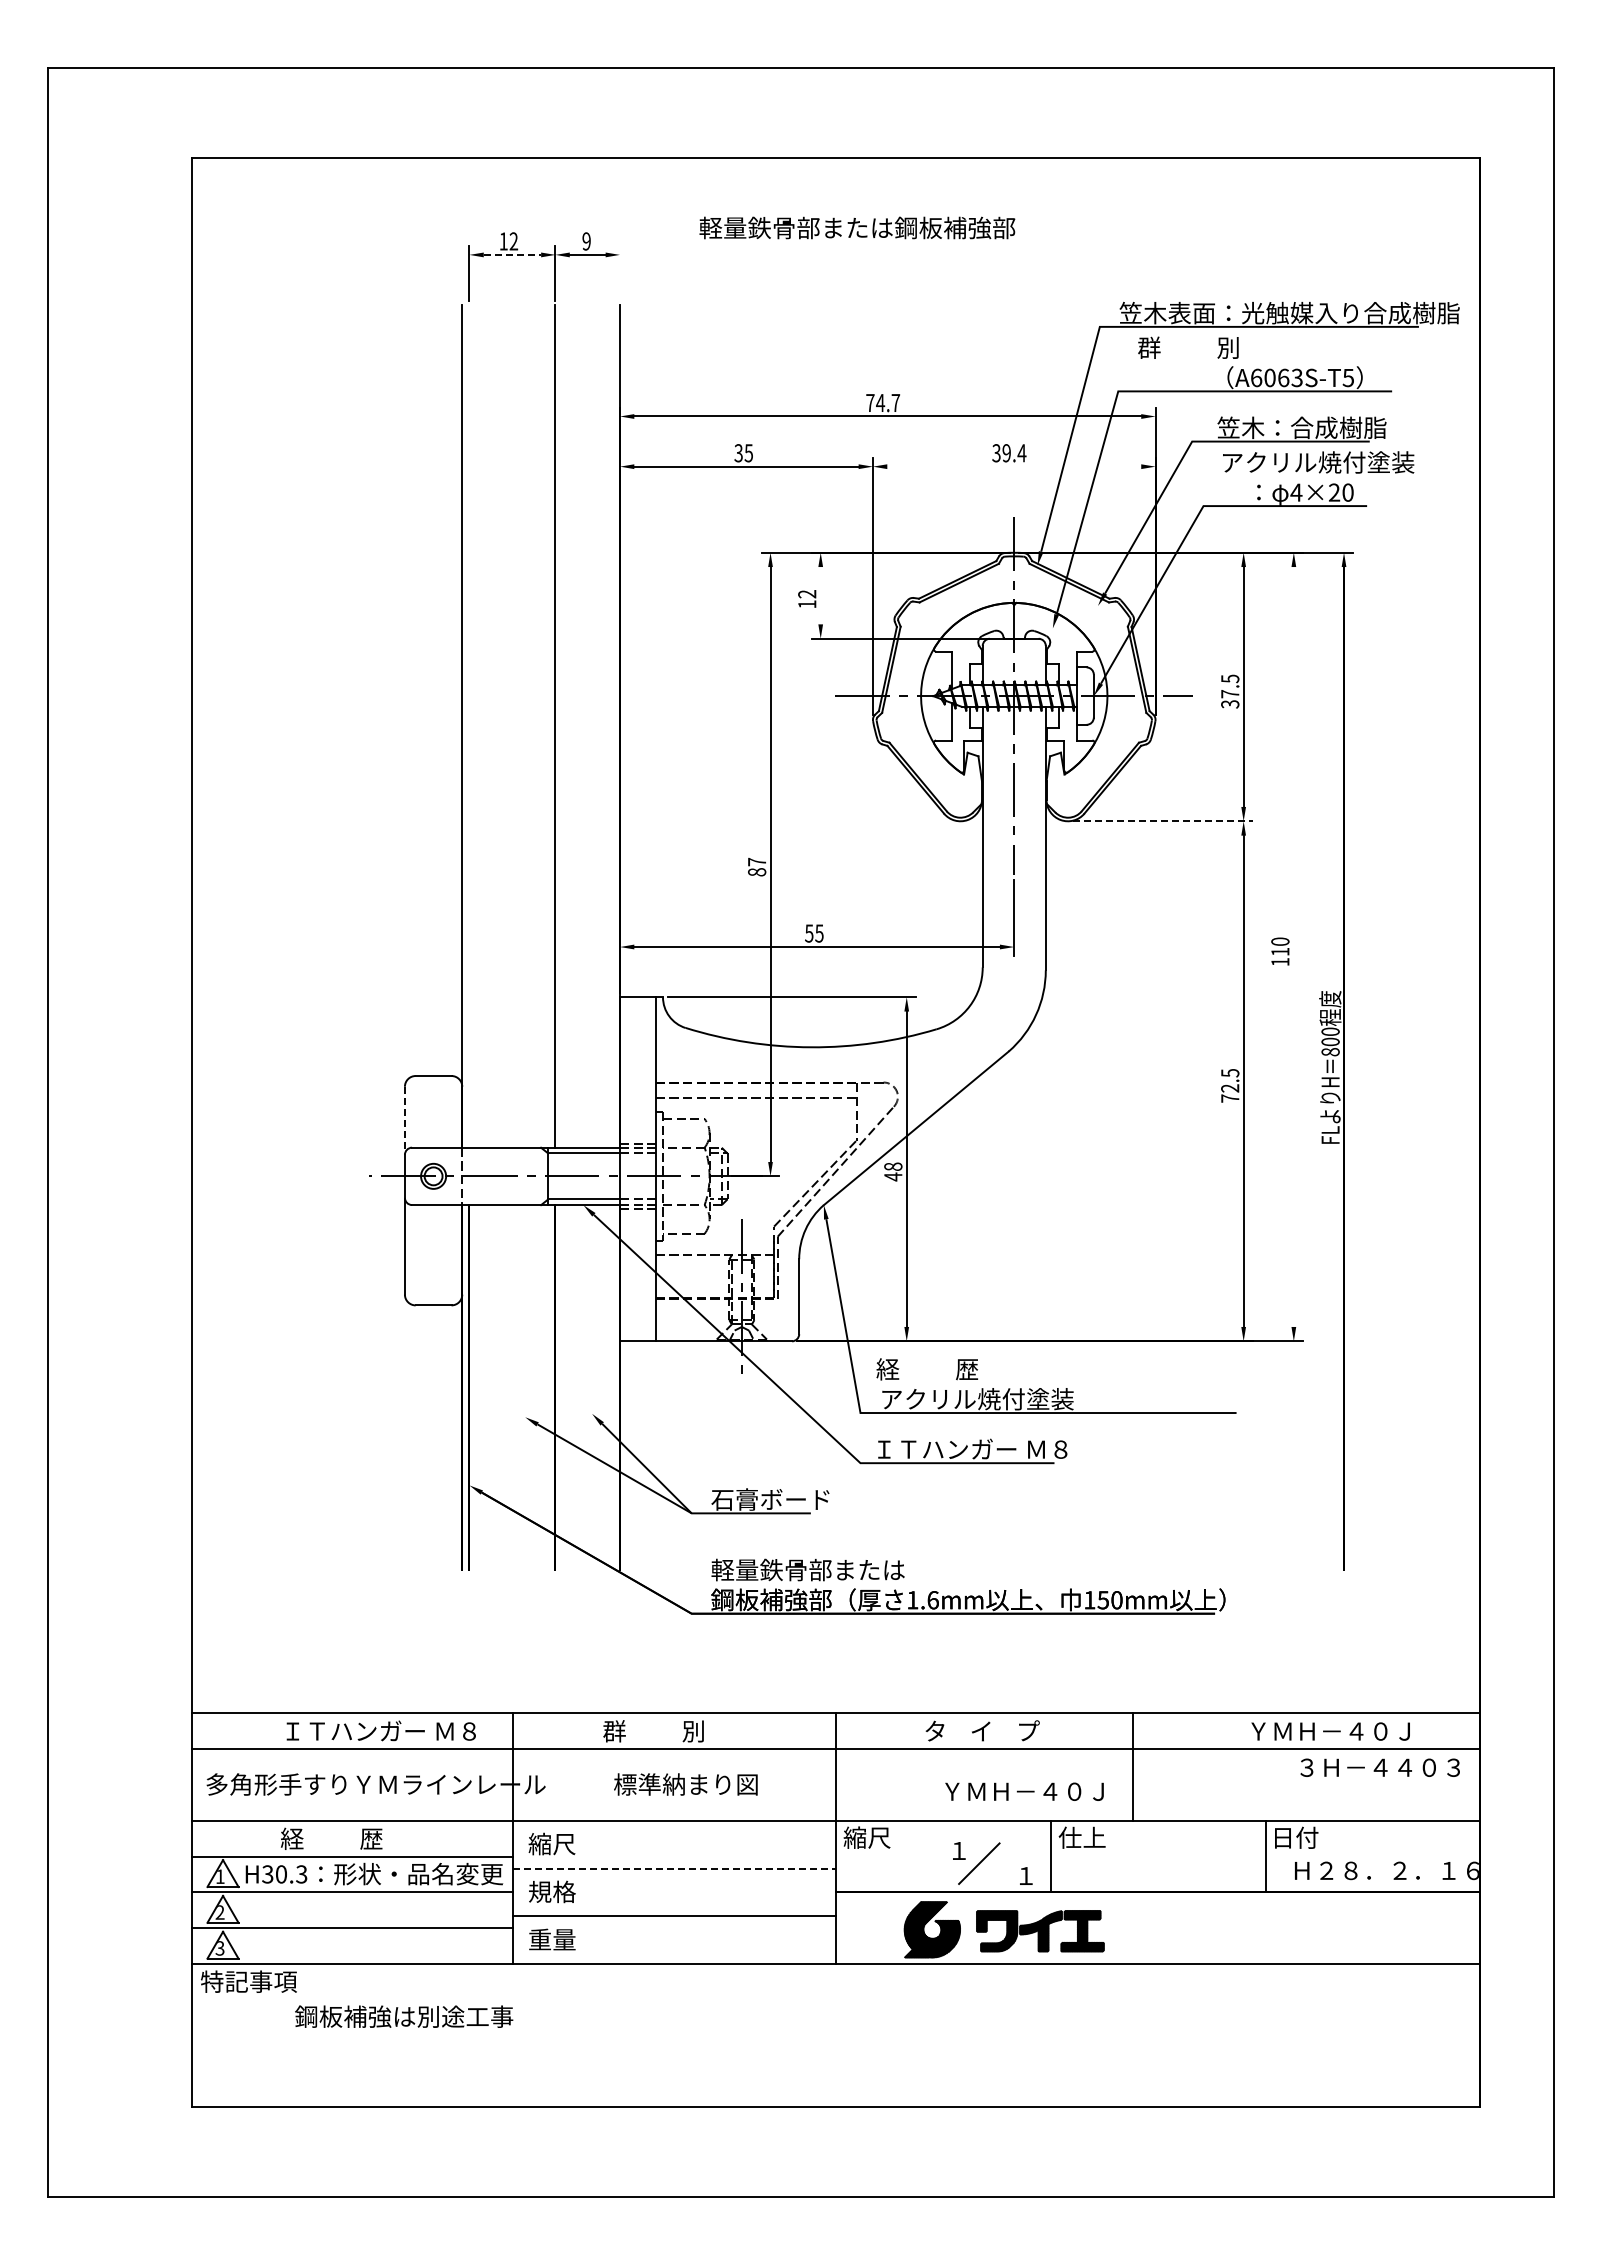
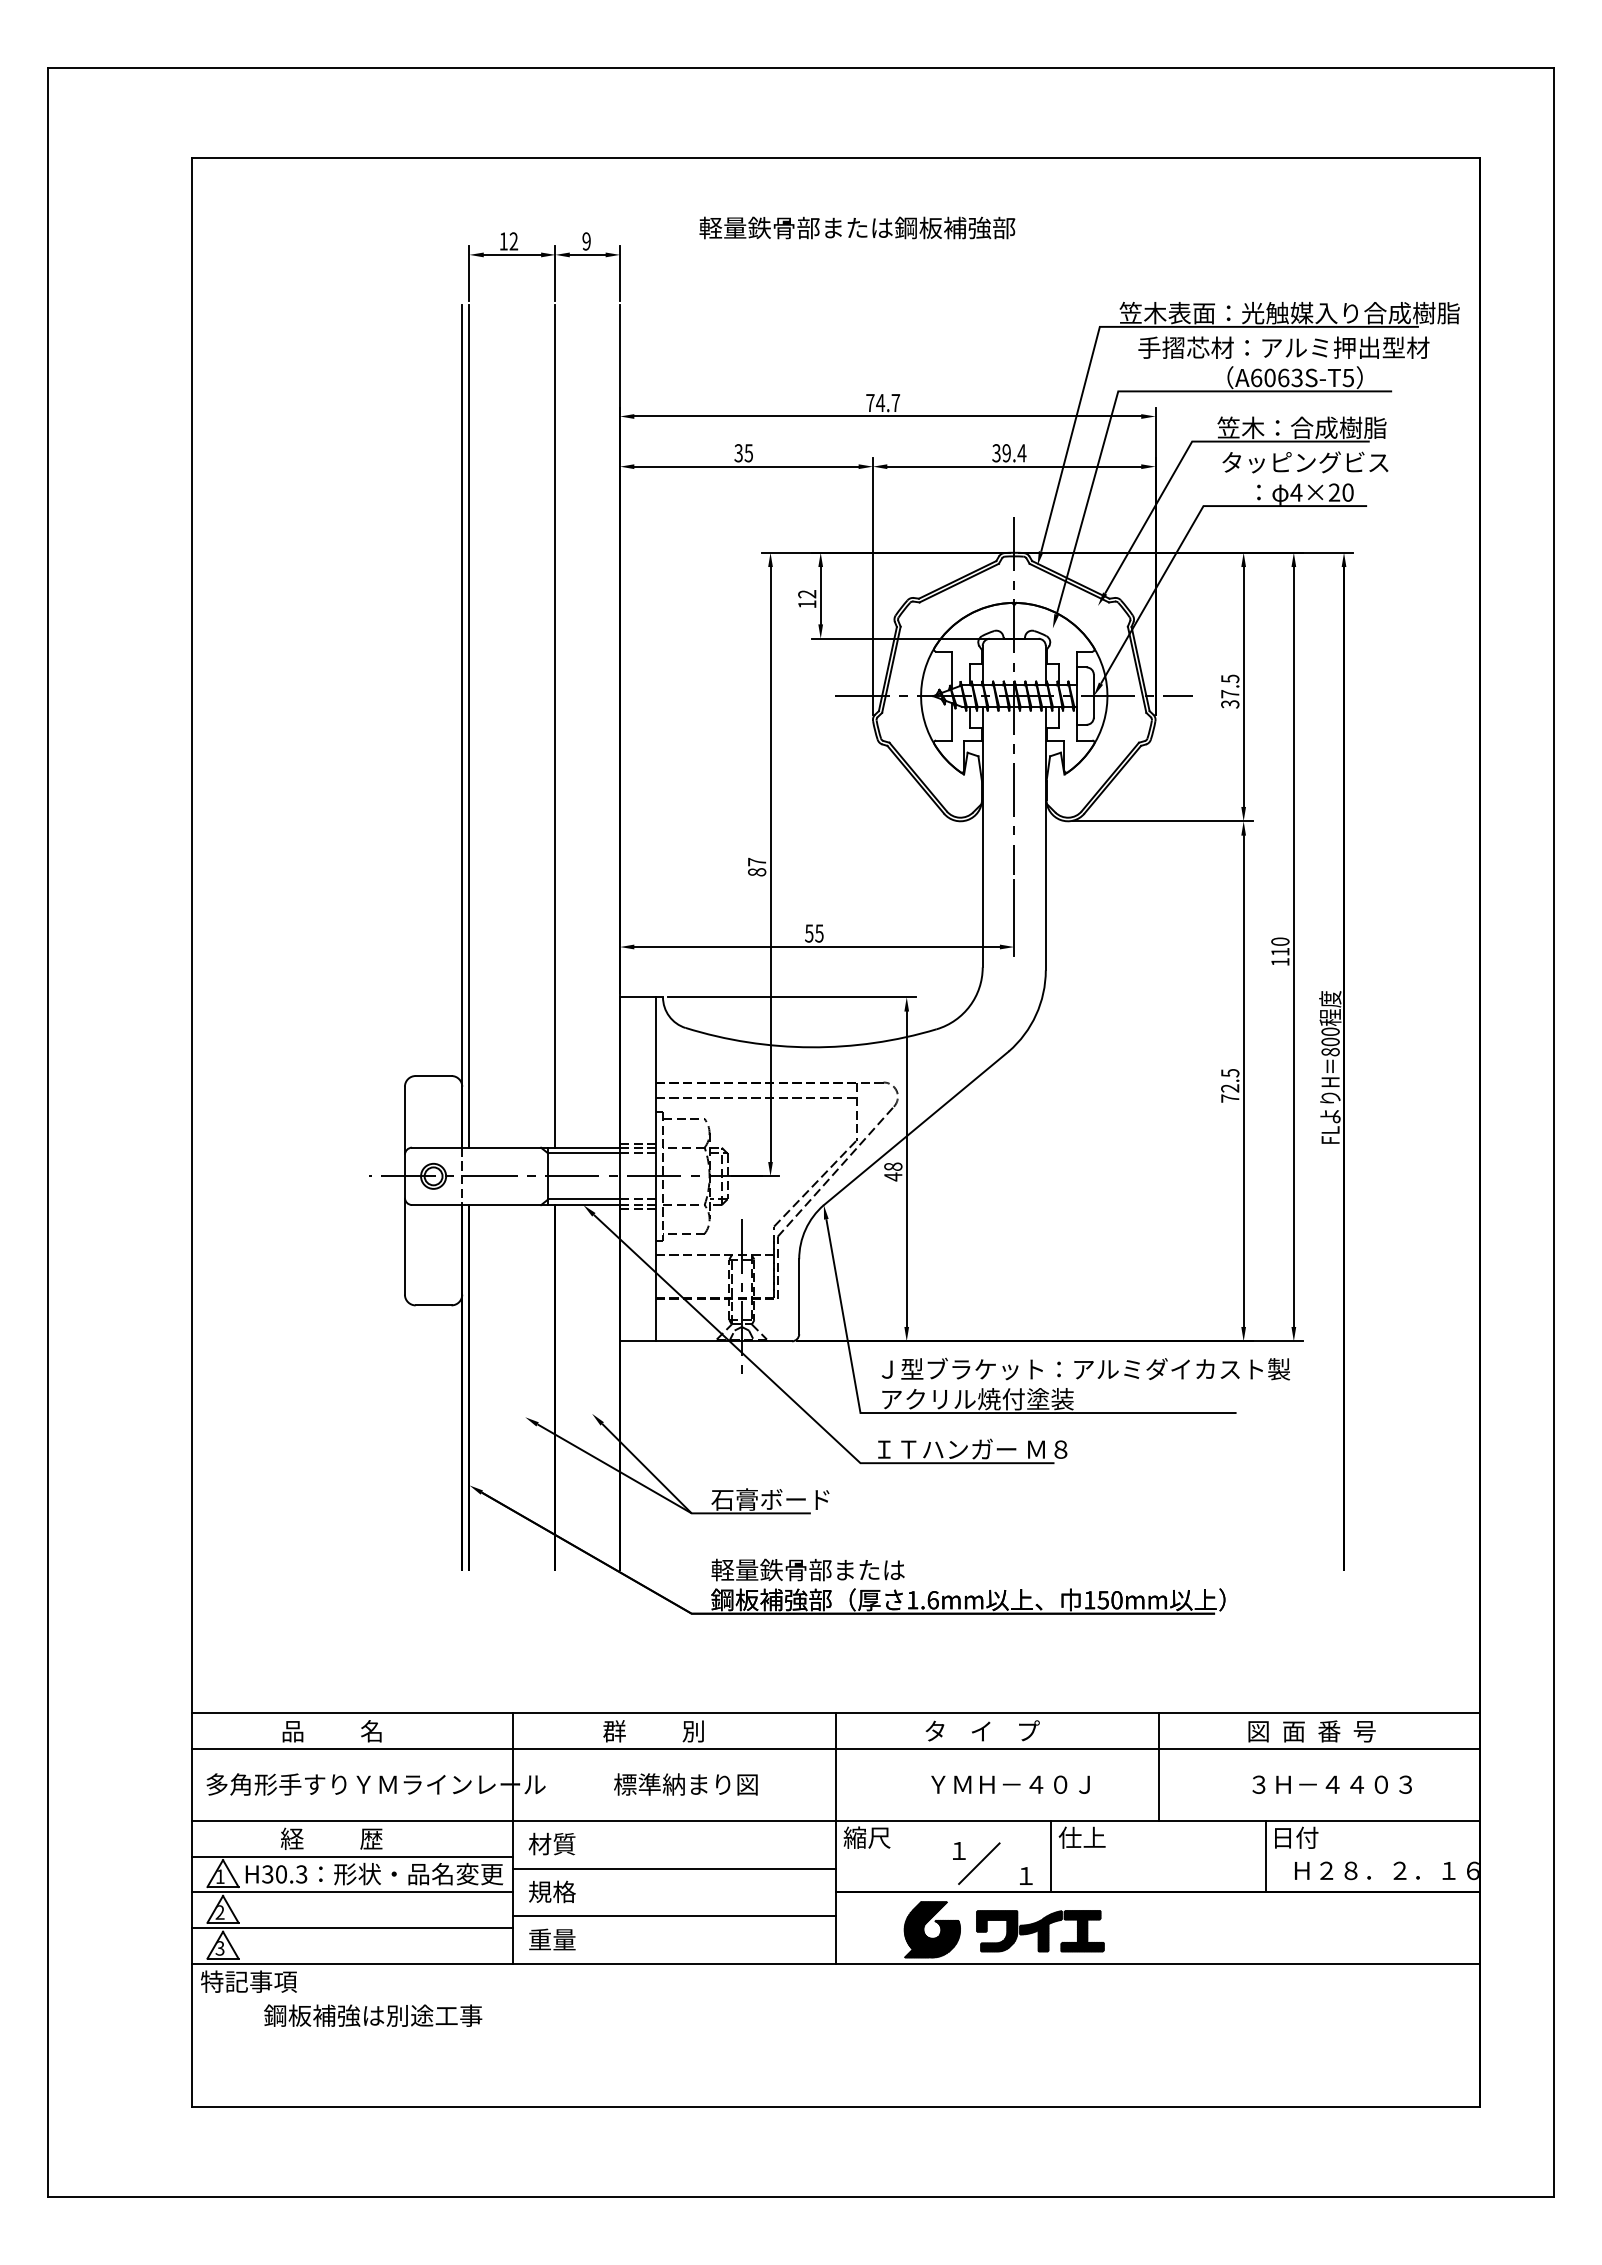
line at (512, 254): dashed -> solid
line at (619, 272): none -> present
text at (1283, 347): 群          別 -> 手摺芯材：アルミ押出型材
text at (1318, 462): アクリル焼付塗装 -> タッピングビス
line at (1014, 466): none -> present
line at (820, 595): none -> present
line at (469, 726): none -> present
line at (1163, 821): dashed -> solid
line at (1293, 946): none -> present
line at (404, 1120): dashed -> solid
text at (1083, 1368): 経          歴 -> Ｊ型ブラケット：アルミダイカスト製
text at (378, 1731): ＩＴハンガー Ｍ８ -> 品          名
text at (1328, 1731): ＹＭＨ－４０Ｊ -> 図  面  番  号
line at (1132, 1766) position: (1132, 1766) -> (1158, 1766)
text at (1379, 1767) position: (1379, 1767) -> (1331, 1784)
text at (1024, 1791) position: (1024, 1791) -> (1010, 1784)
text at (551, 1843): 縮尺 -> 材質
line at (675, 1868): dashed -> solid
text at (404, 2016) position: (404, 2016) -> (373, 2015)
